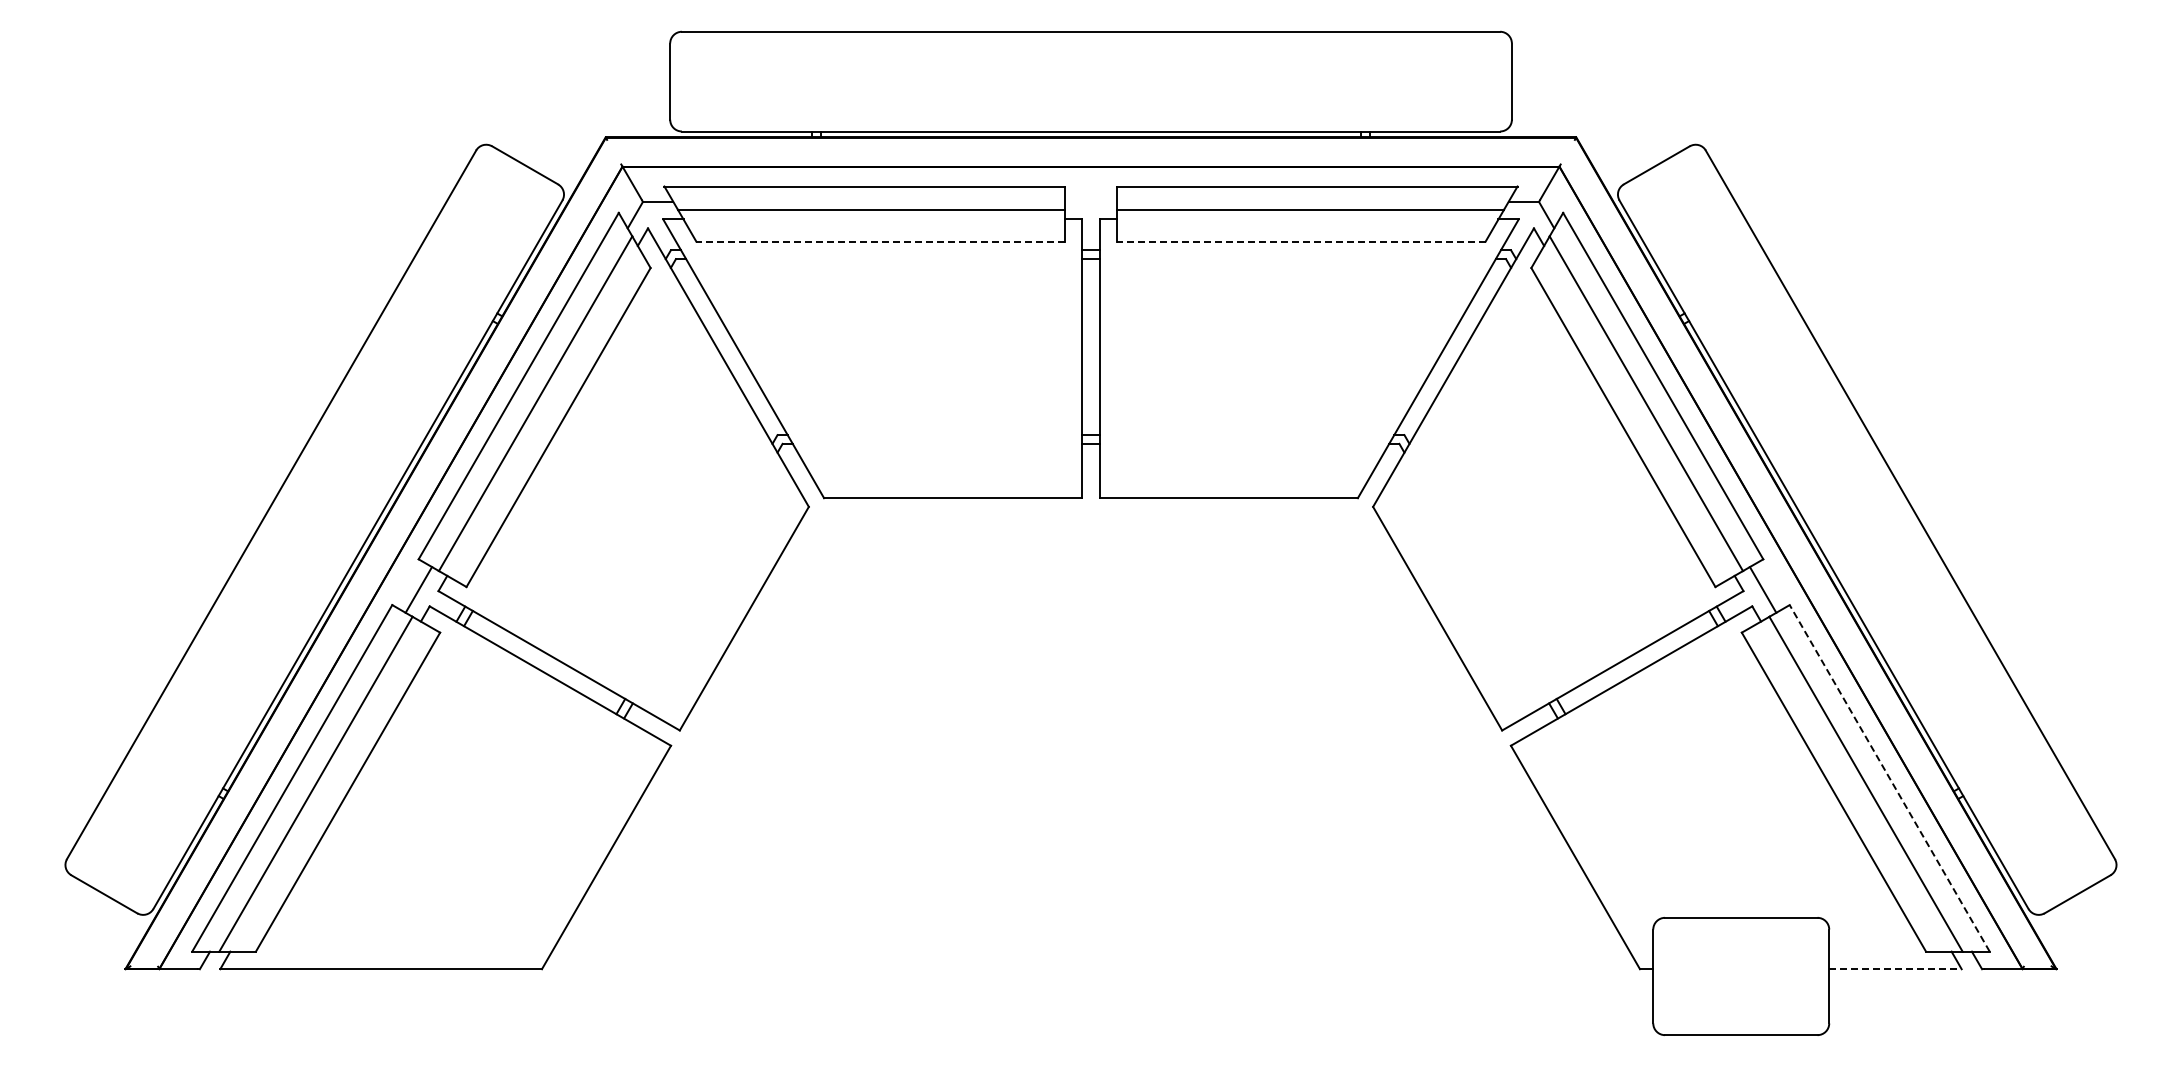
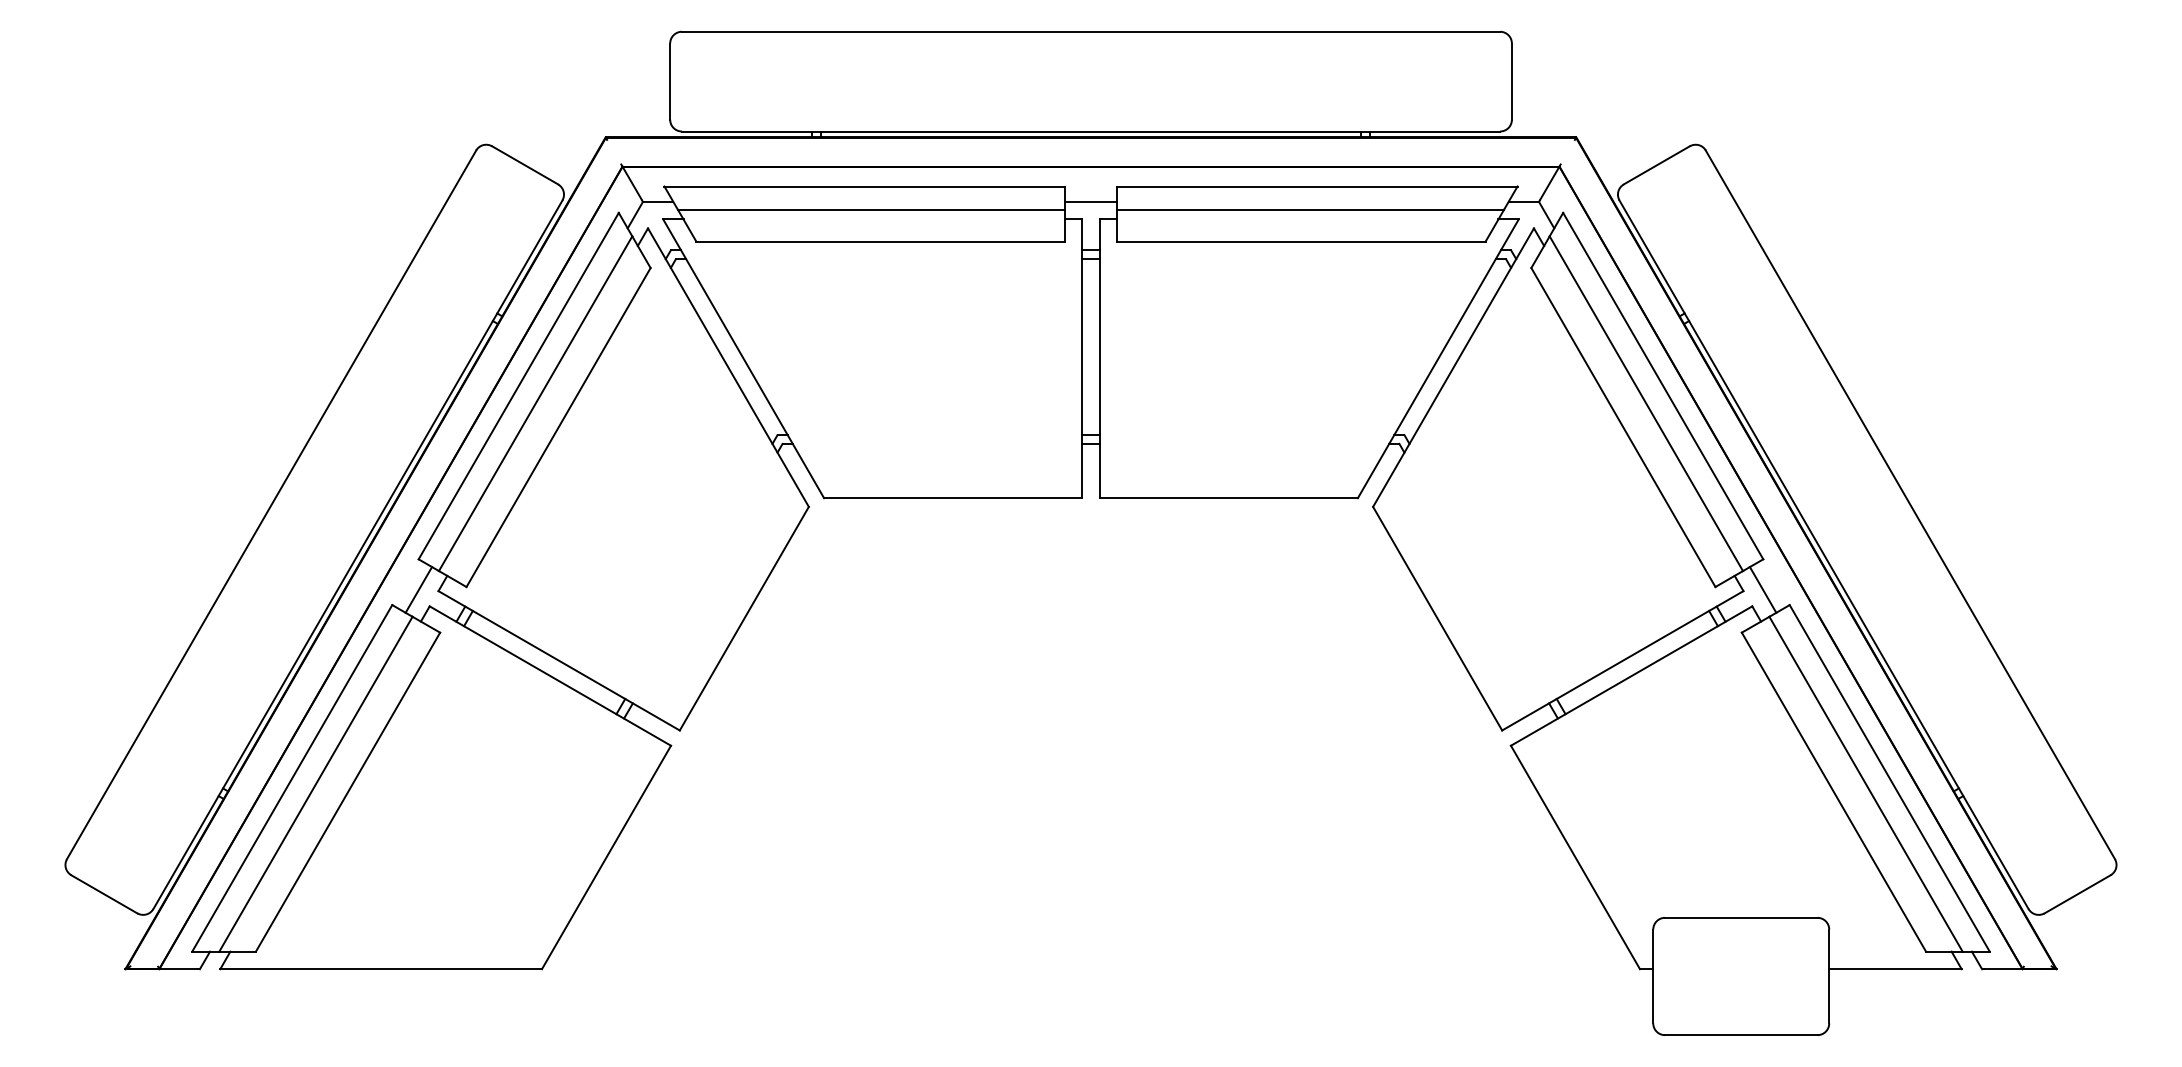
line at (1090, 201): none -> present
line at (879, 241): dashed -> solid
line at (1301, 241): dashed -> solid
line at (1889, 777): dashed -> solid
line at (1895, 969): dashed -> solid
